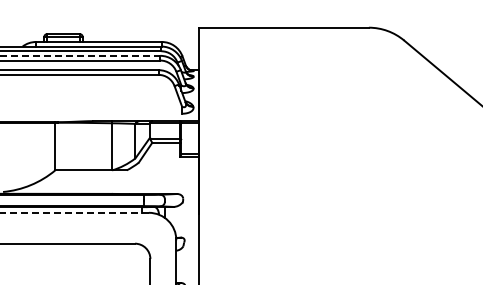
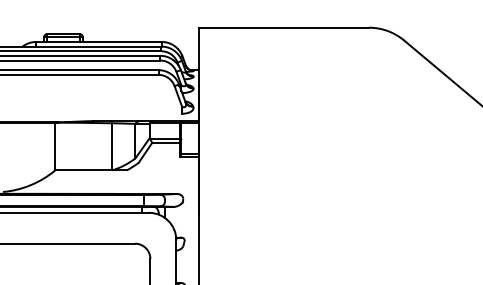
line at (80, 55): dashed -> solid
line at (74, 212): dashed -> solid
